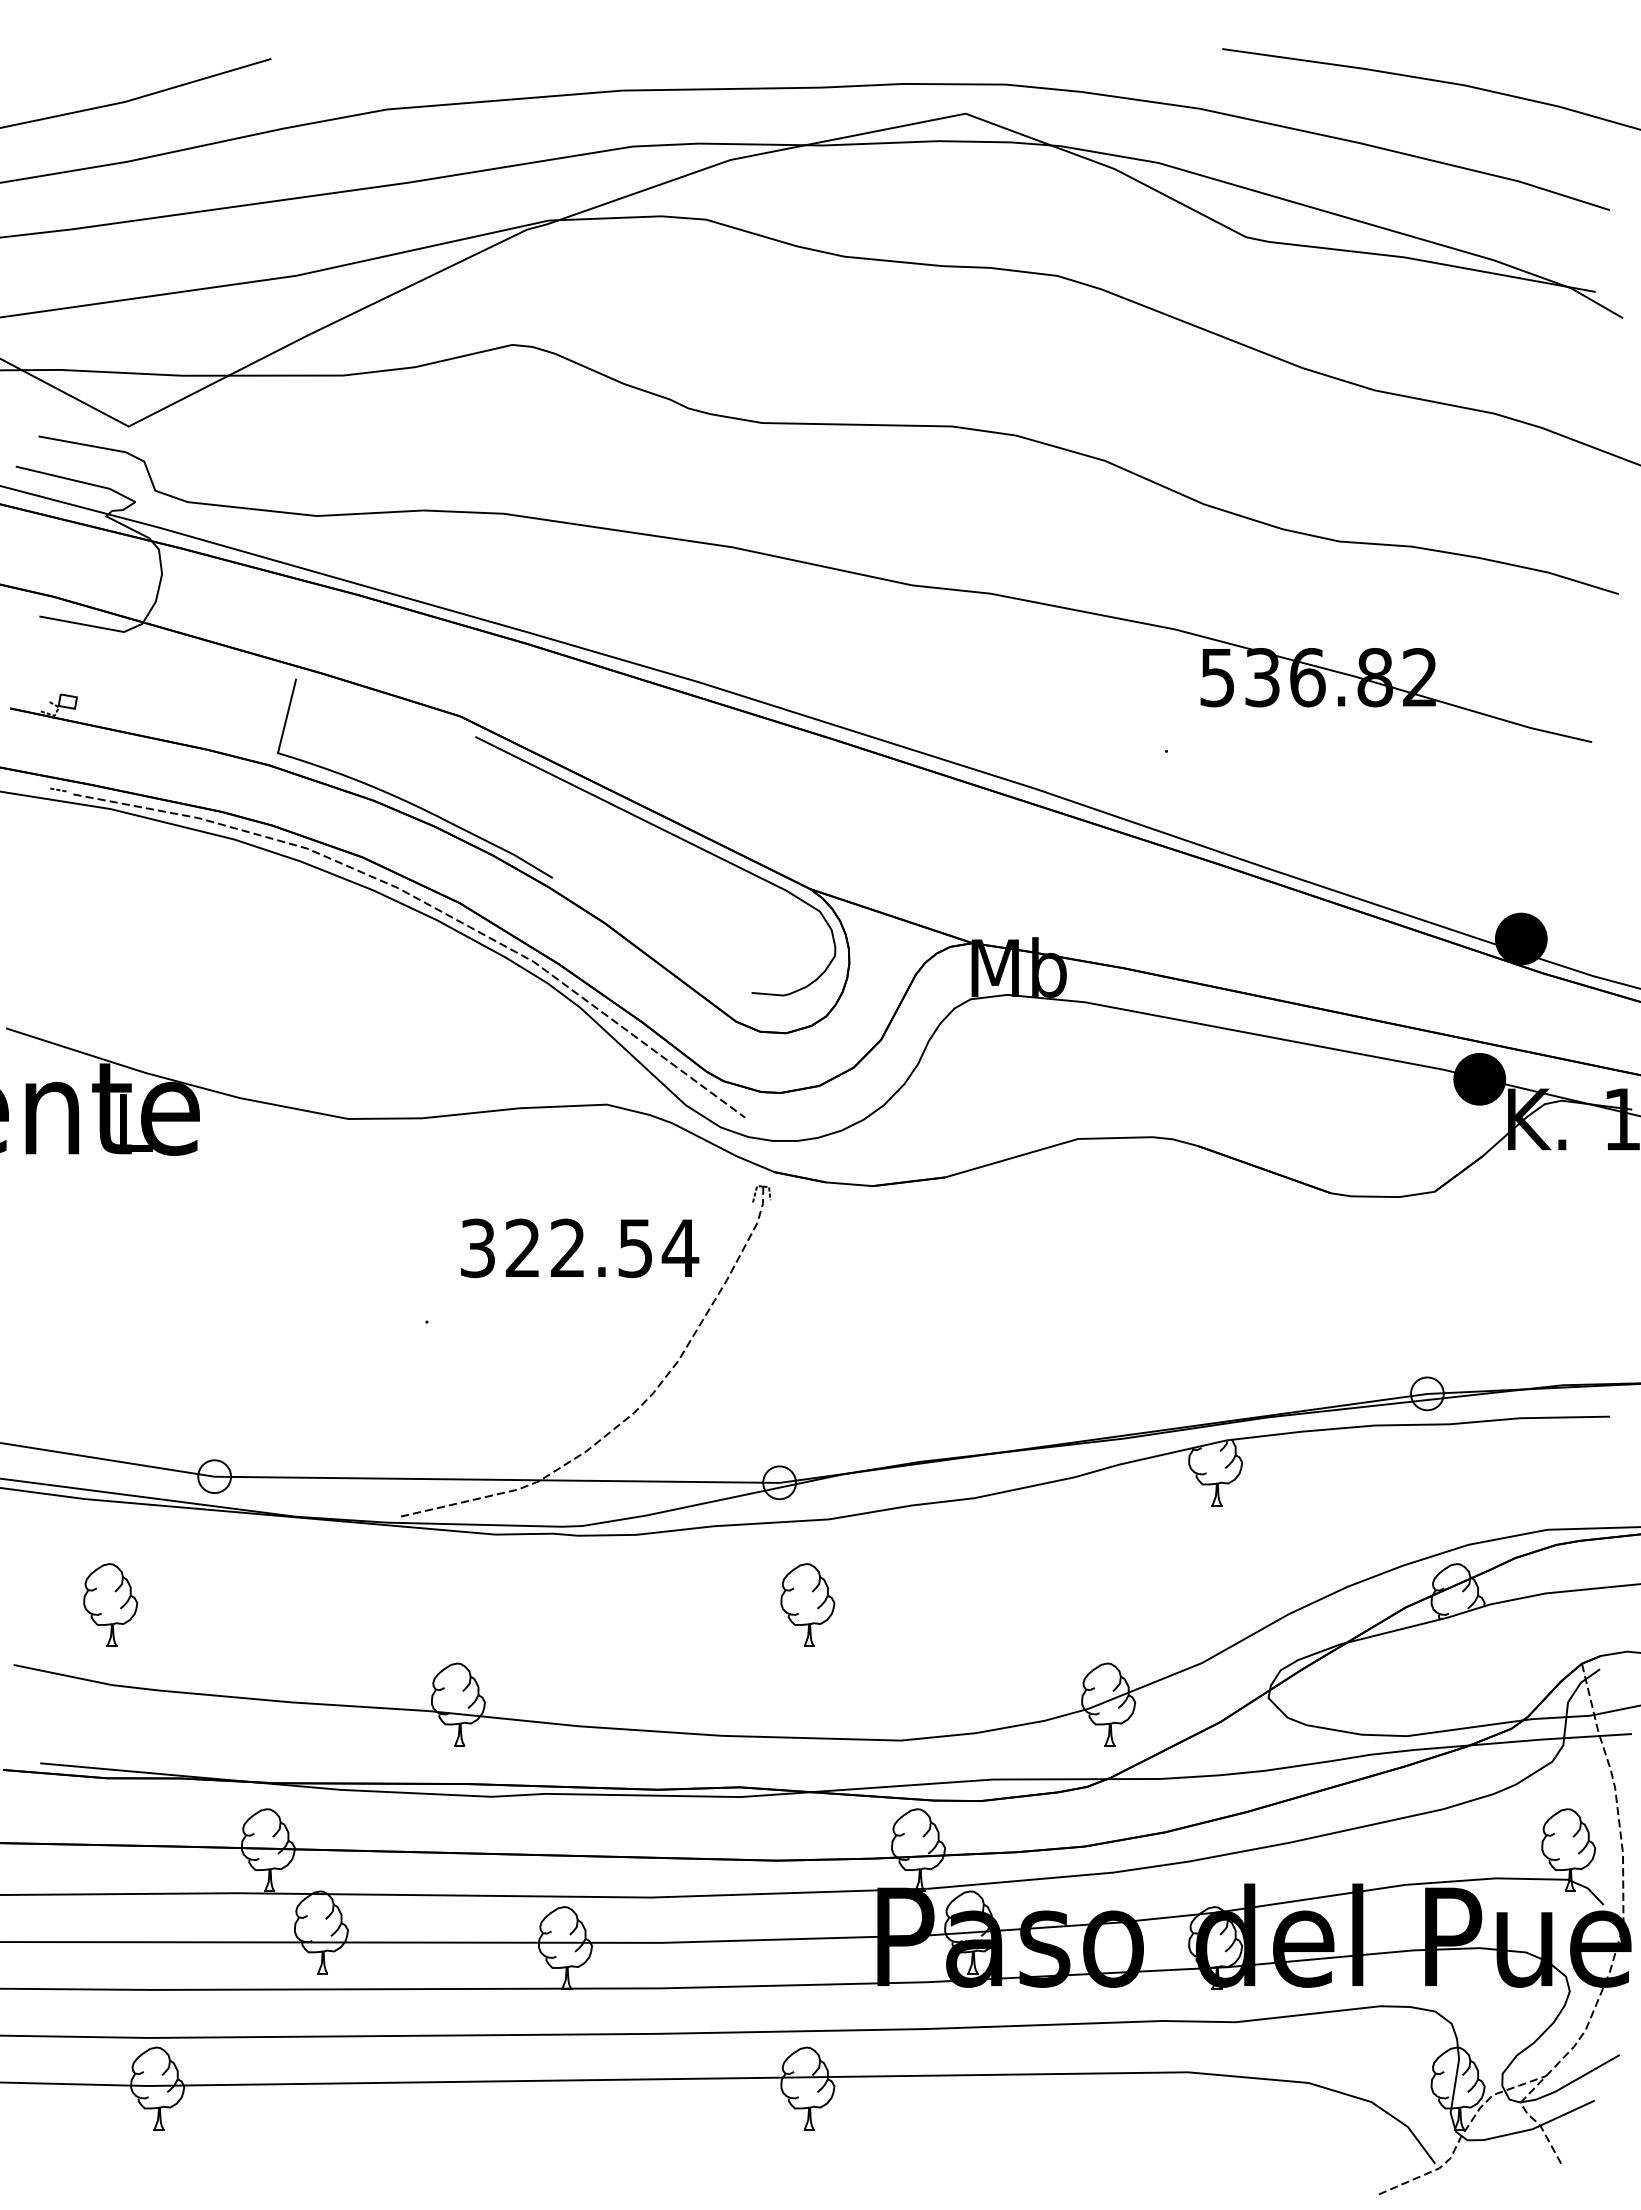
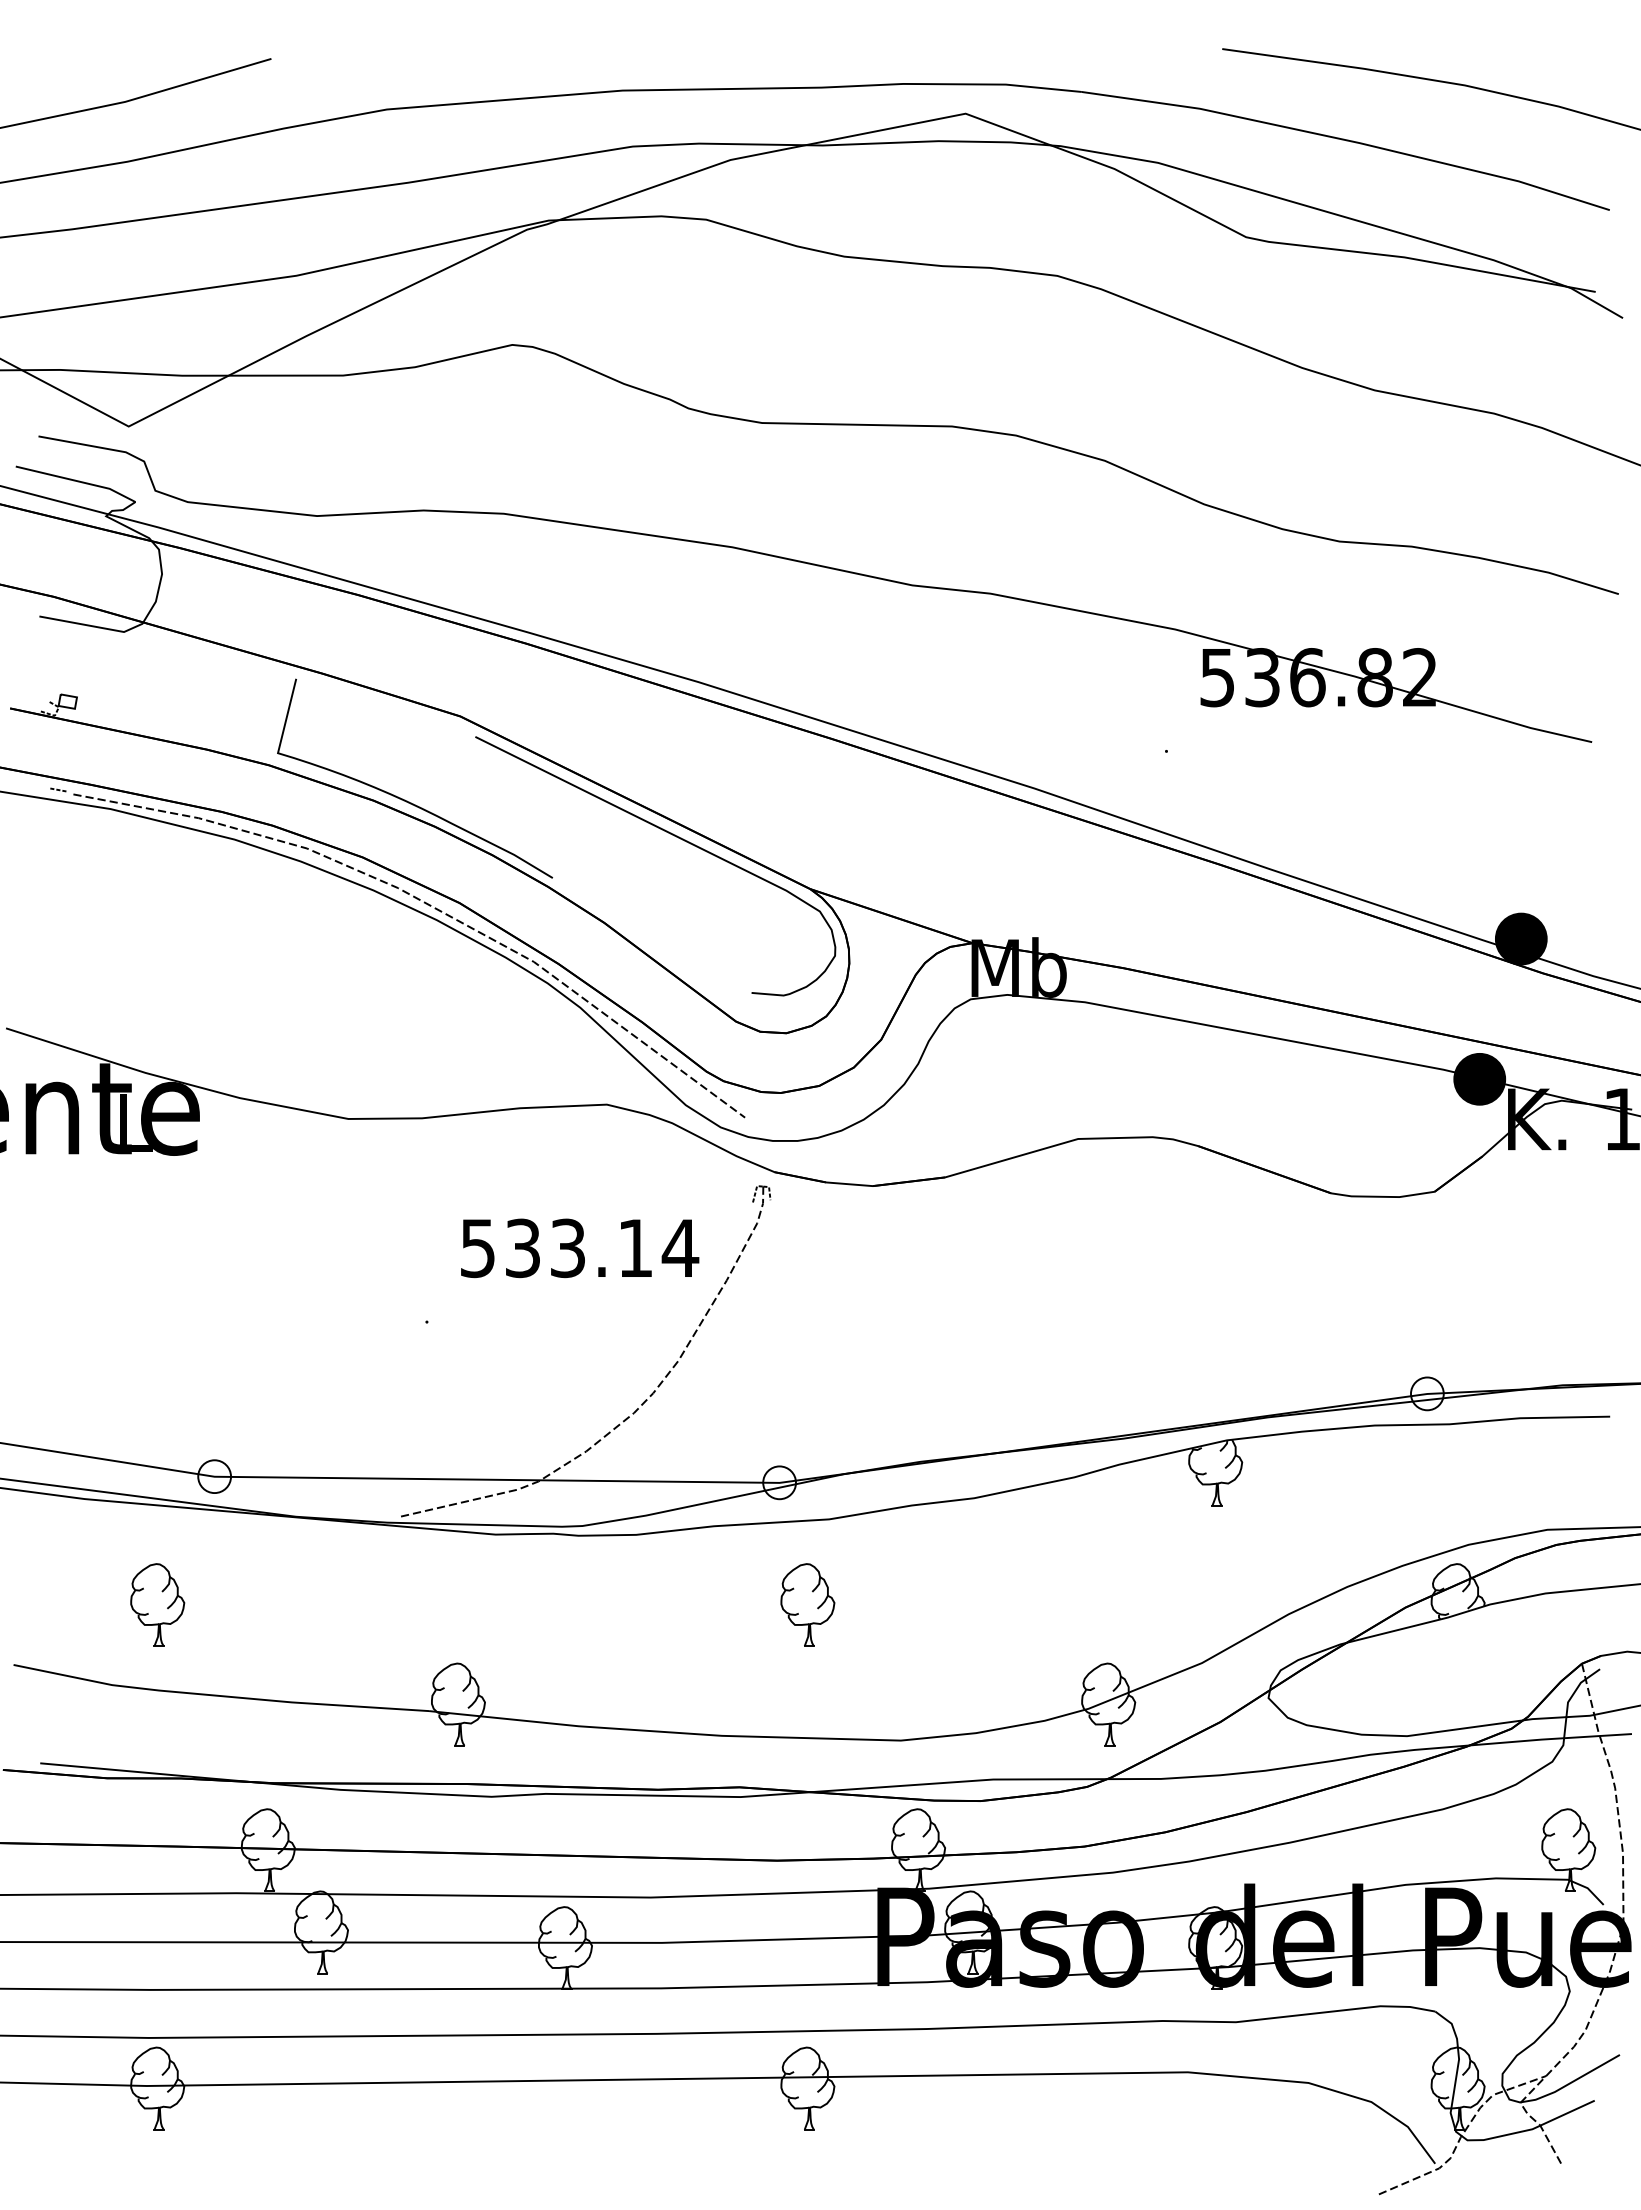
text at (556, 1248): 322.54 -> 533.14
part at (110, 1604) position: (110, 1604) -> (157, 1604)
